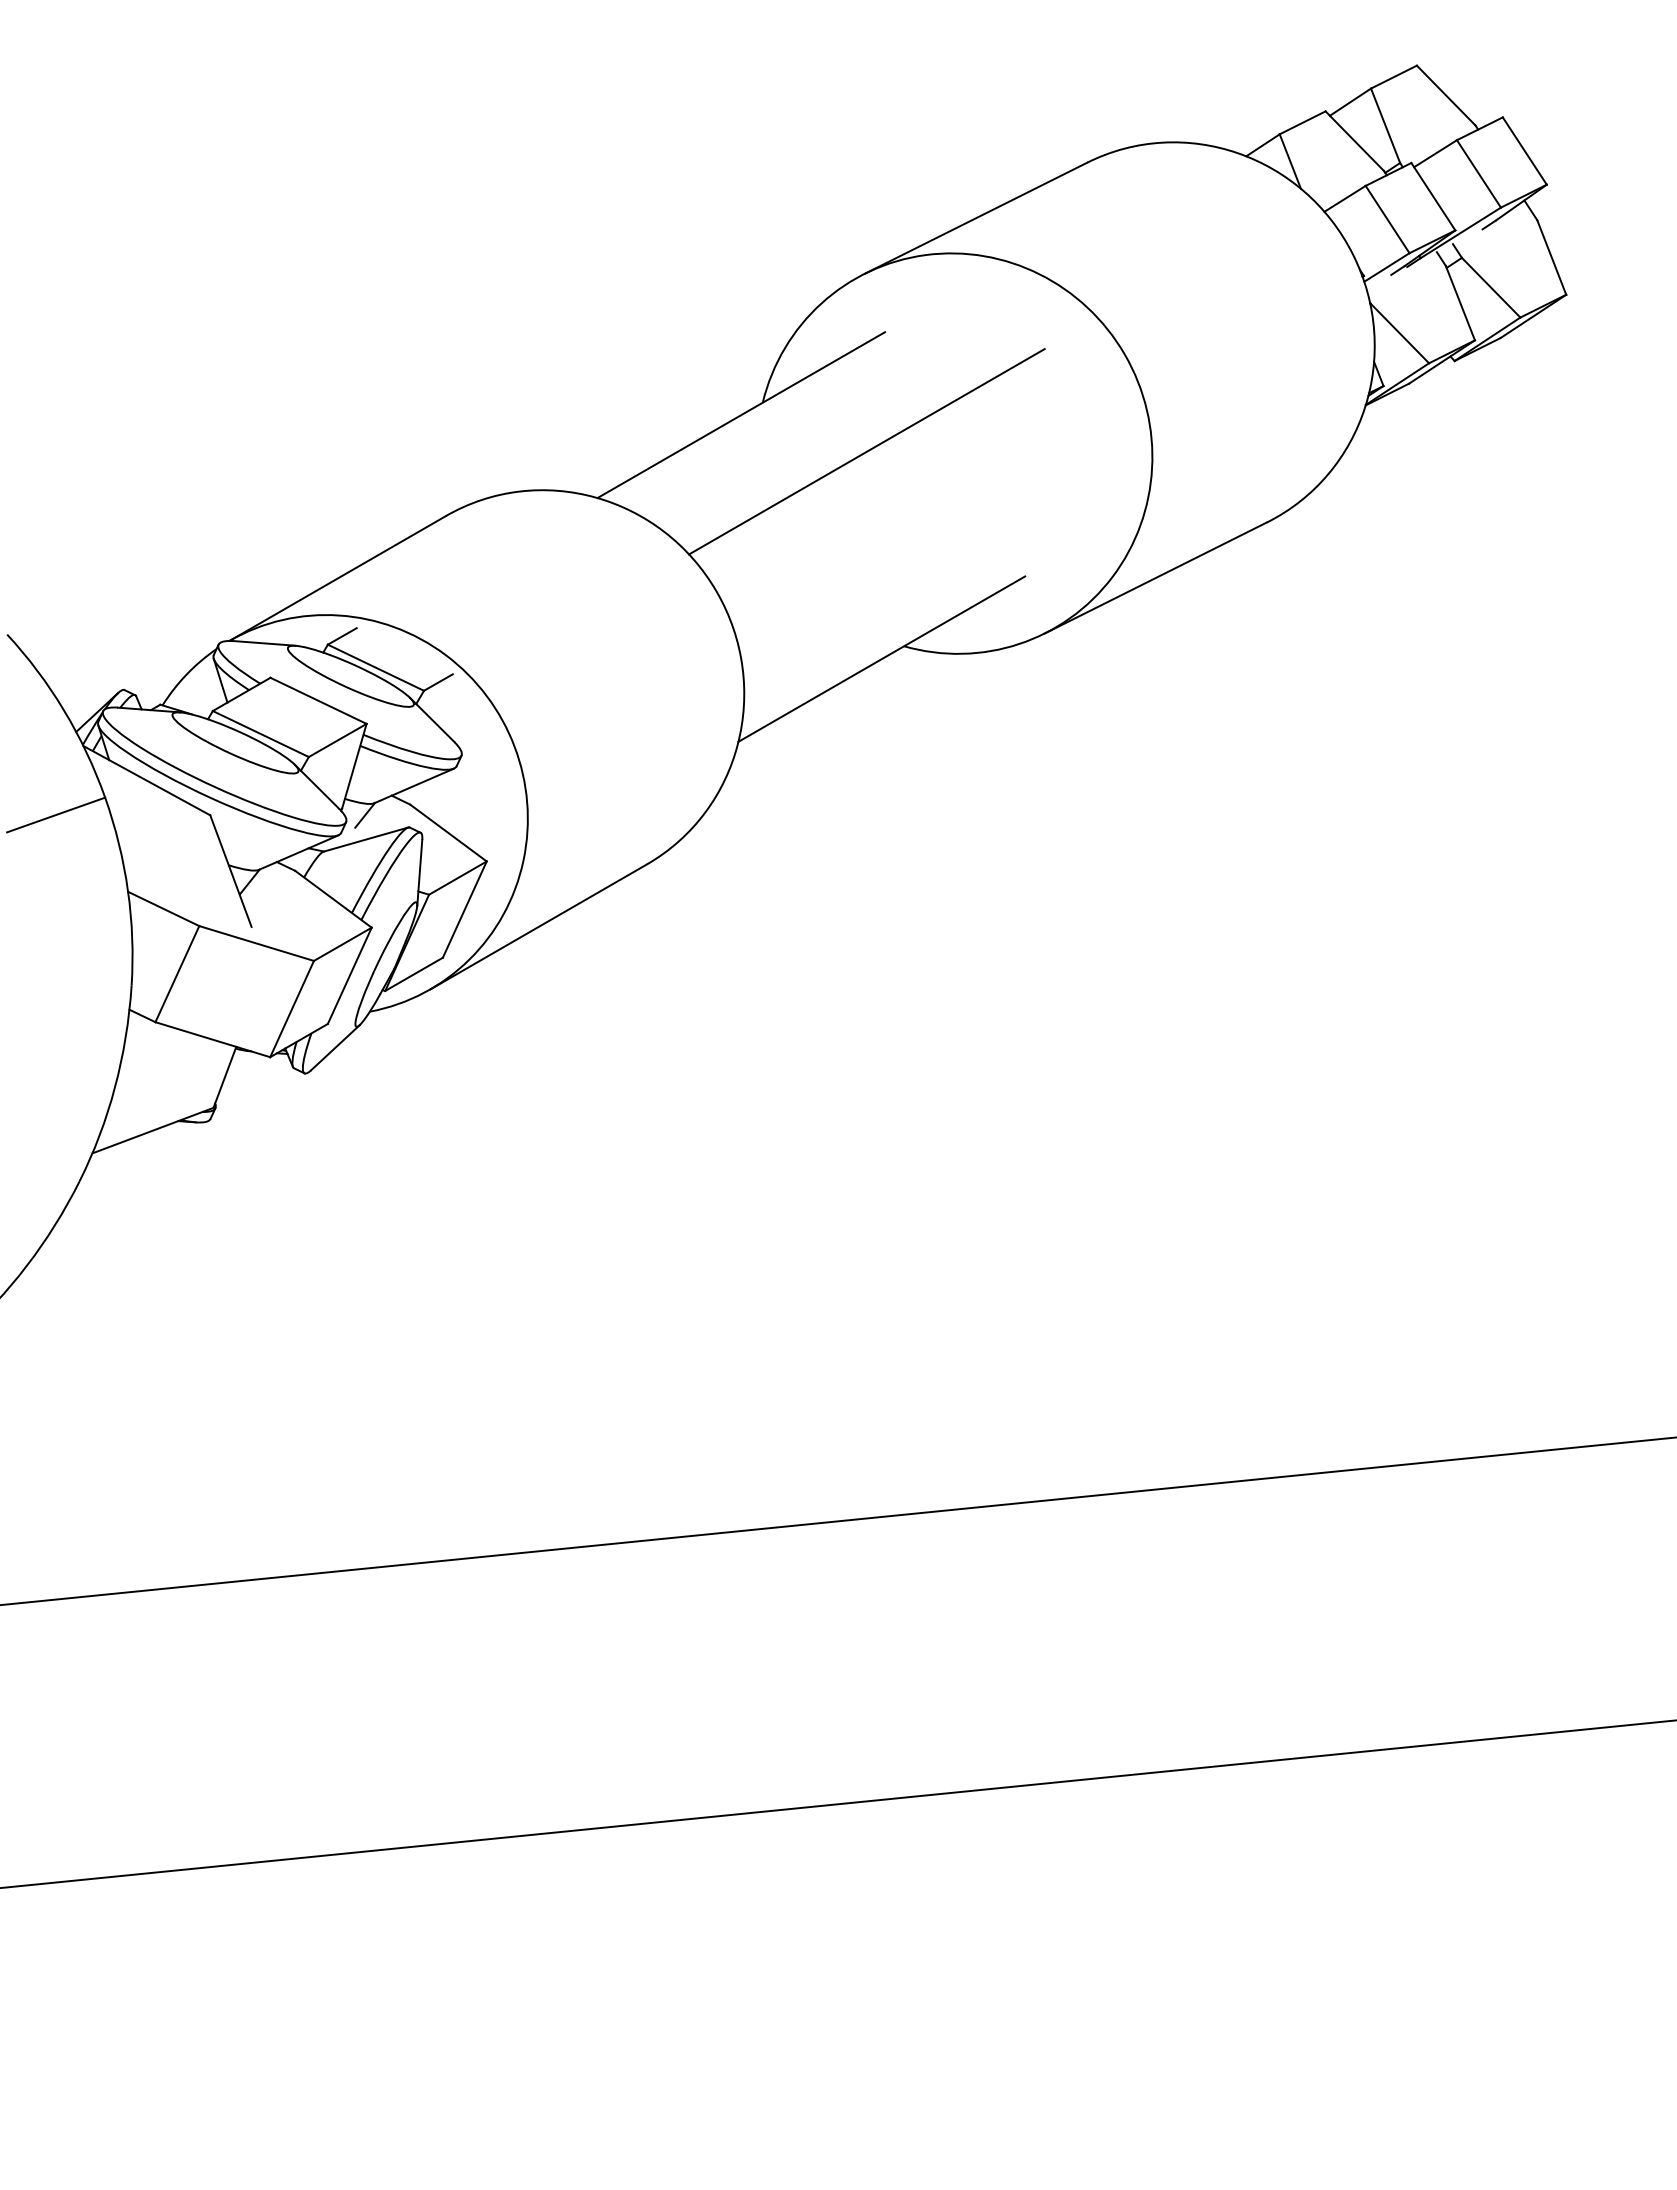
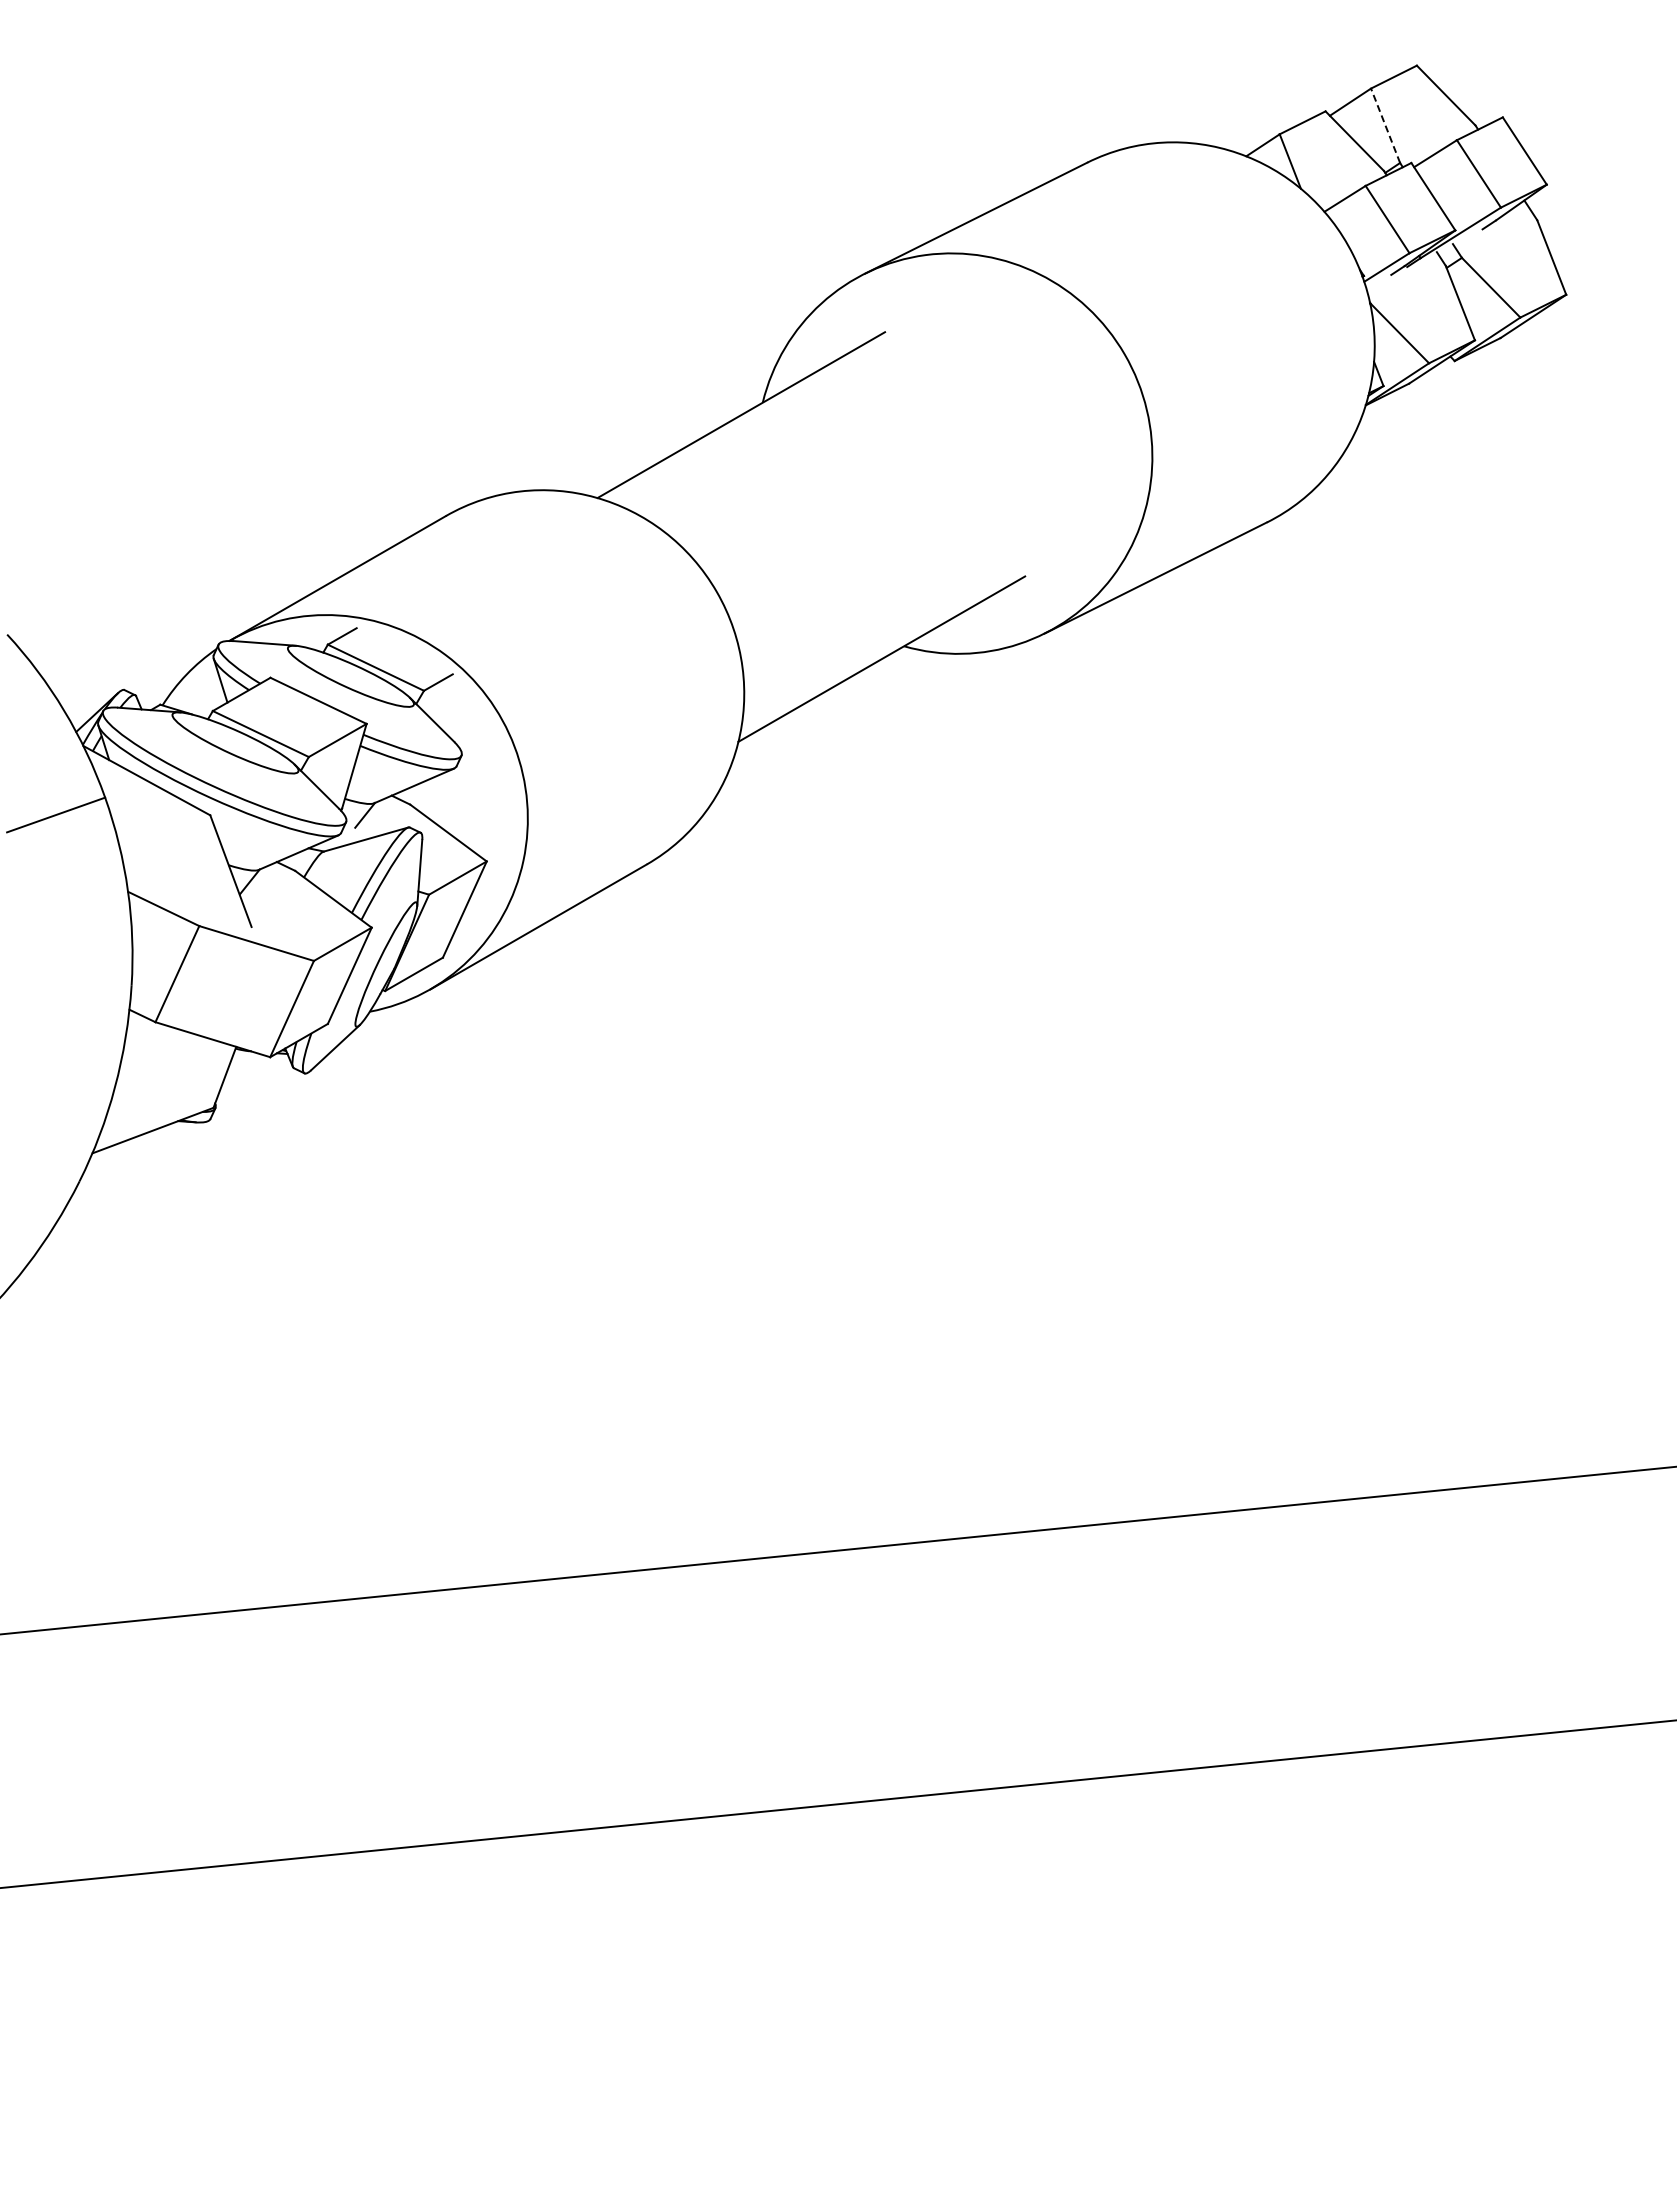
line at (1385, 125): solid -> dashed
line at (866, 451): present -> none
line at (837, 1520) position: (837, 1520) -> (837, 1550)
